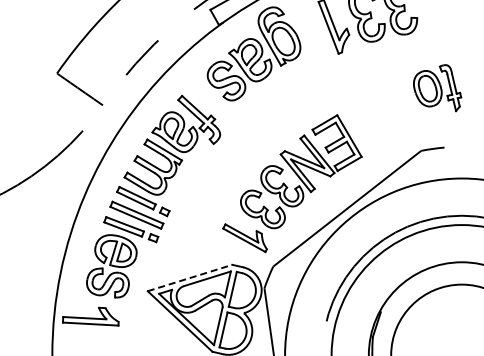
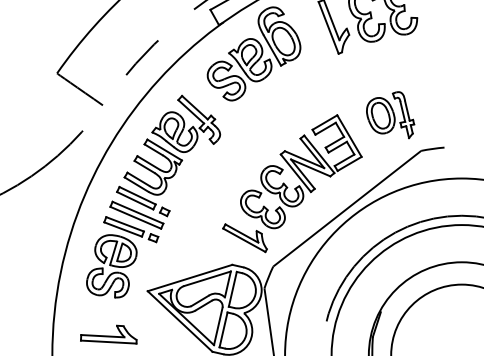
part at (437, 88) position: (437, 88) -> (390, 115)
line at (190, 277): dashed -> solid
part at (90, 316) position: (90, 316) -> (108, 334)
